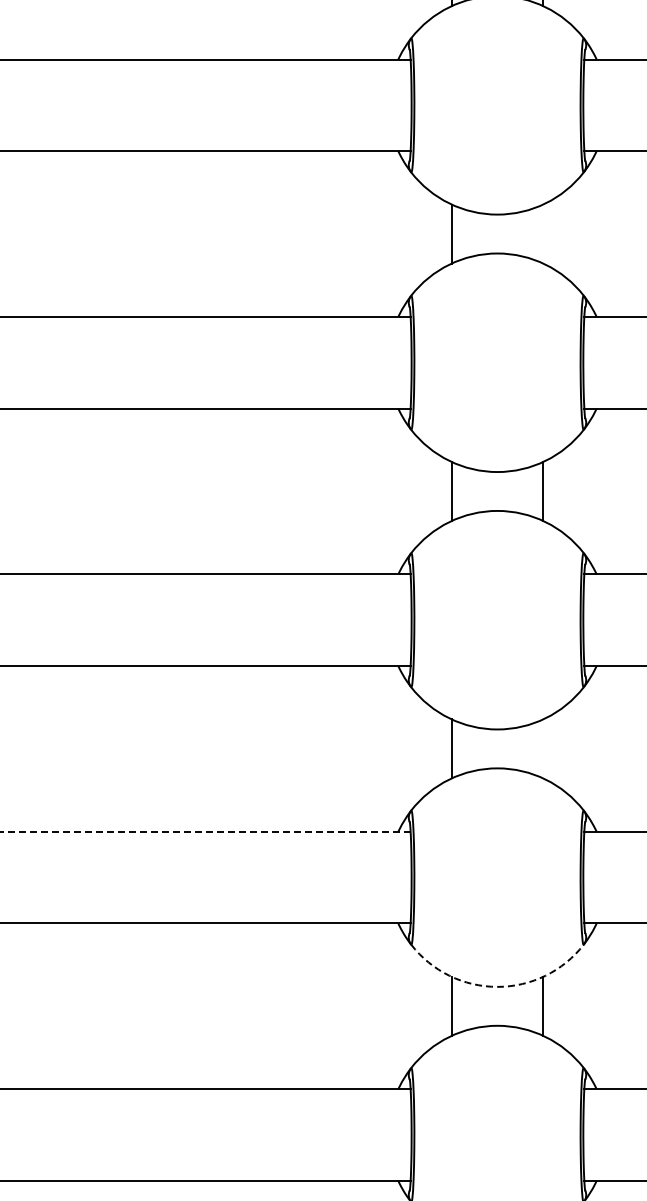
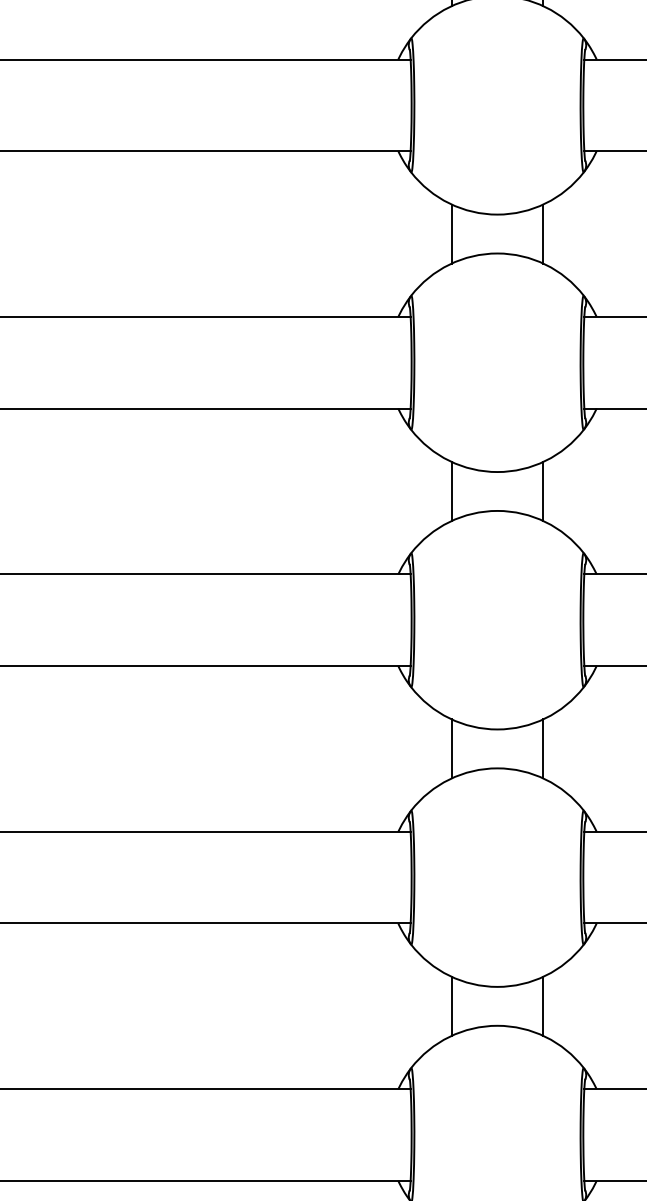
line at (543, 233): none -> present
line at (543, 748): none -> present
line at (205, 831): dashed -> solid
arc at (497, 986): dashed -> solid
